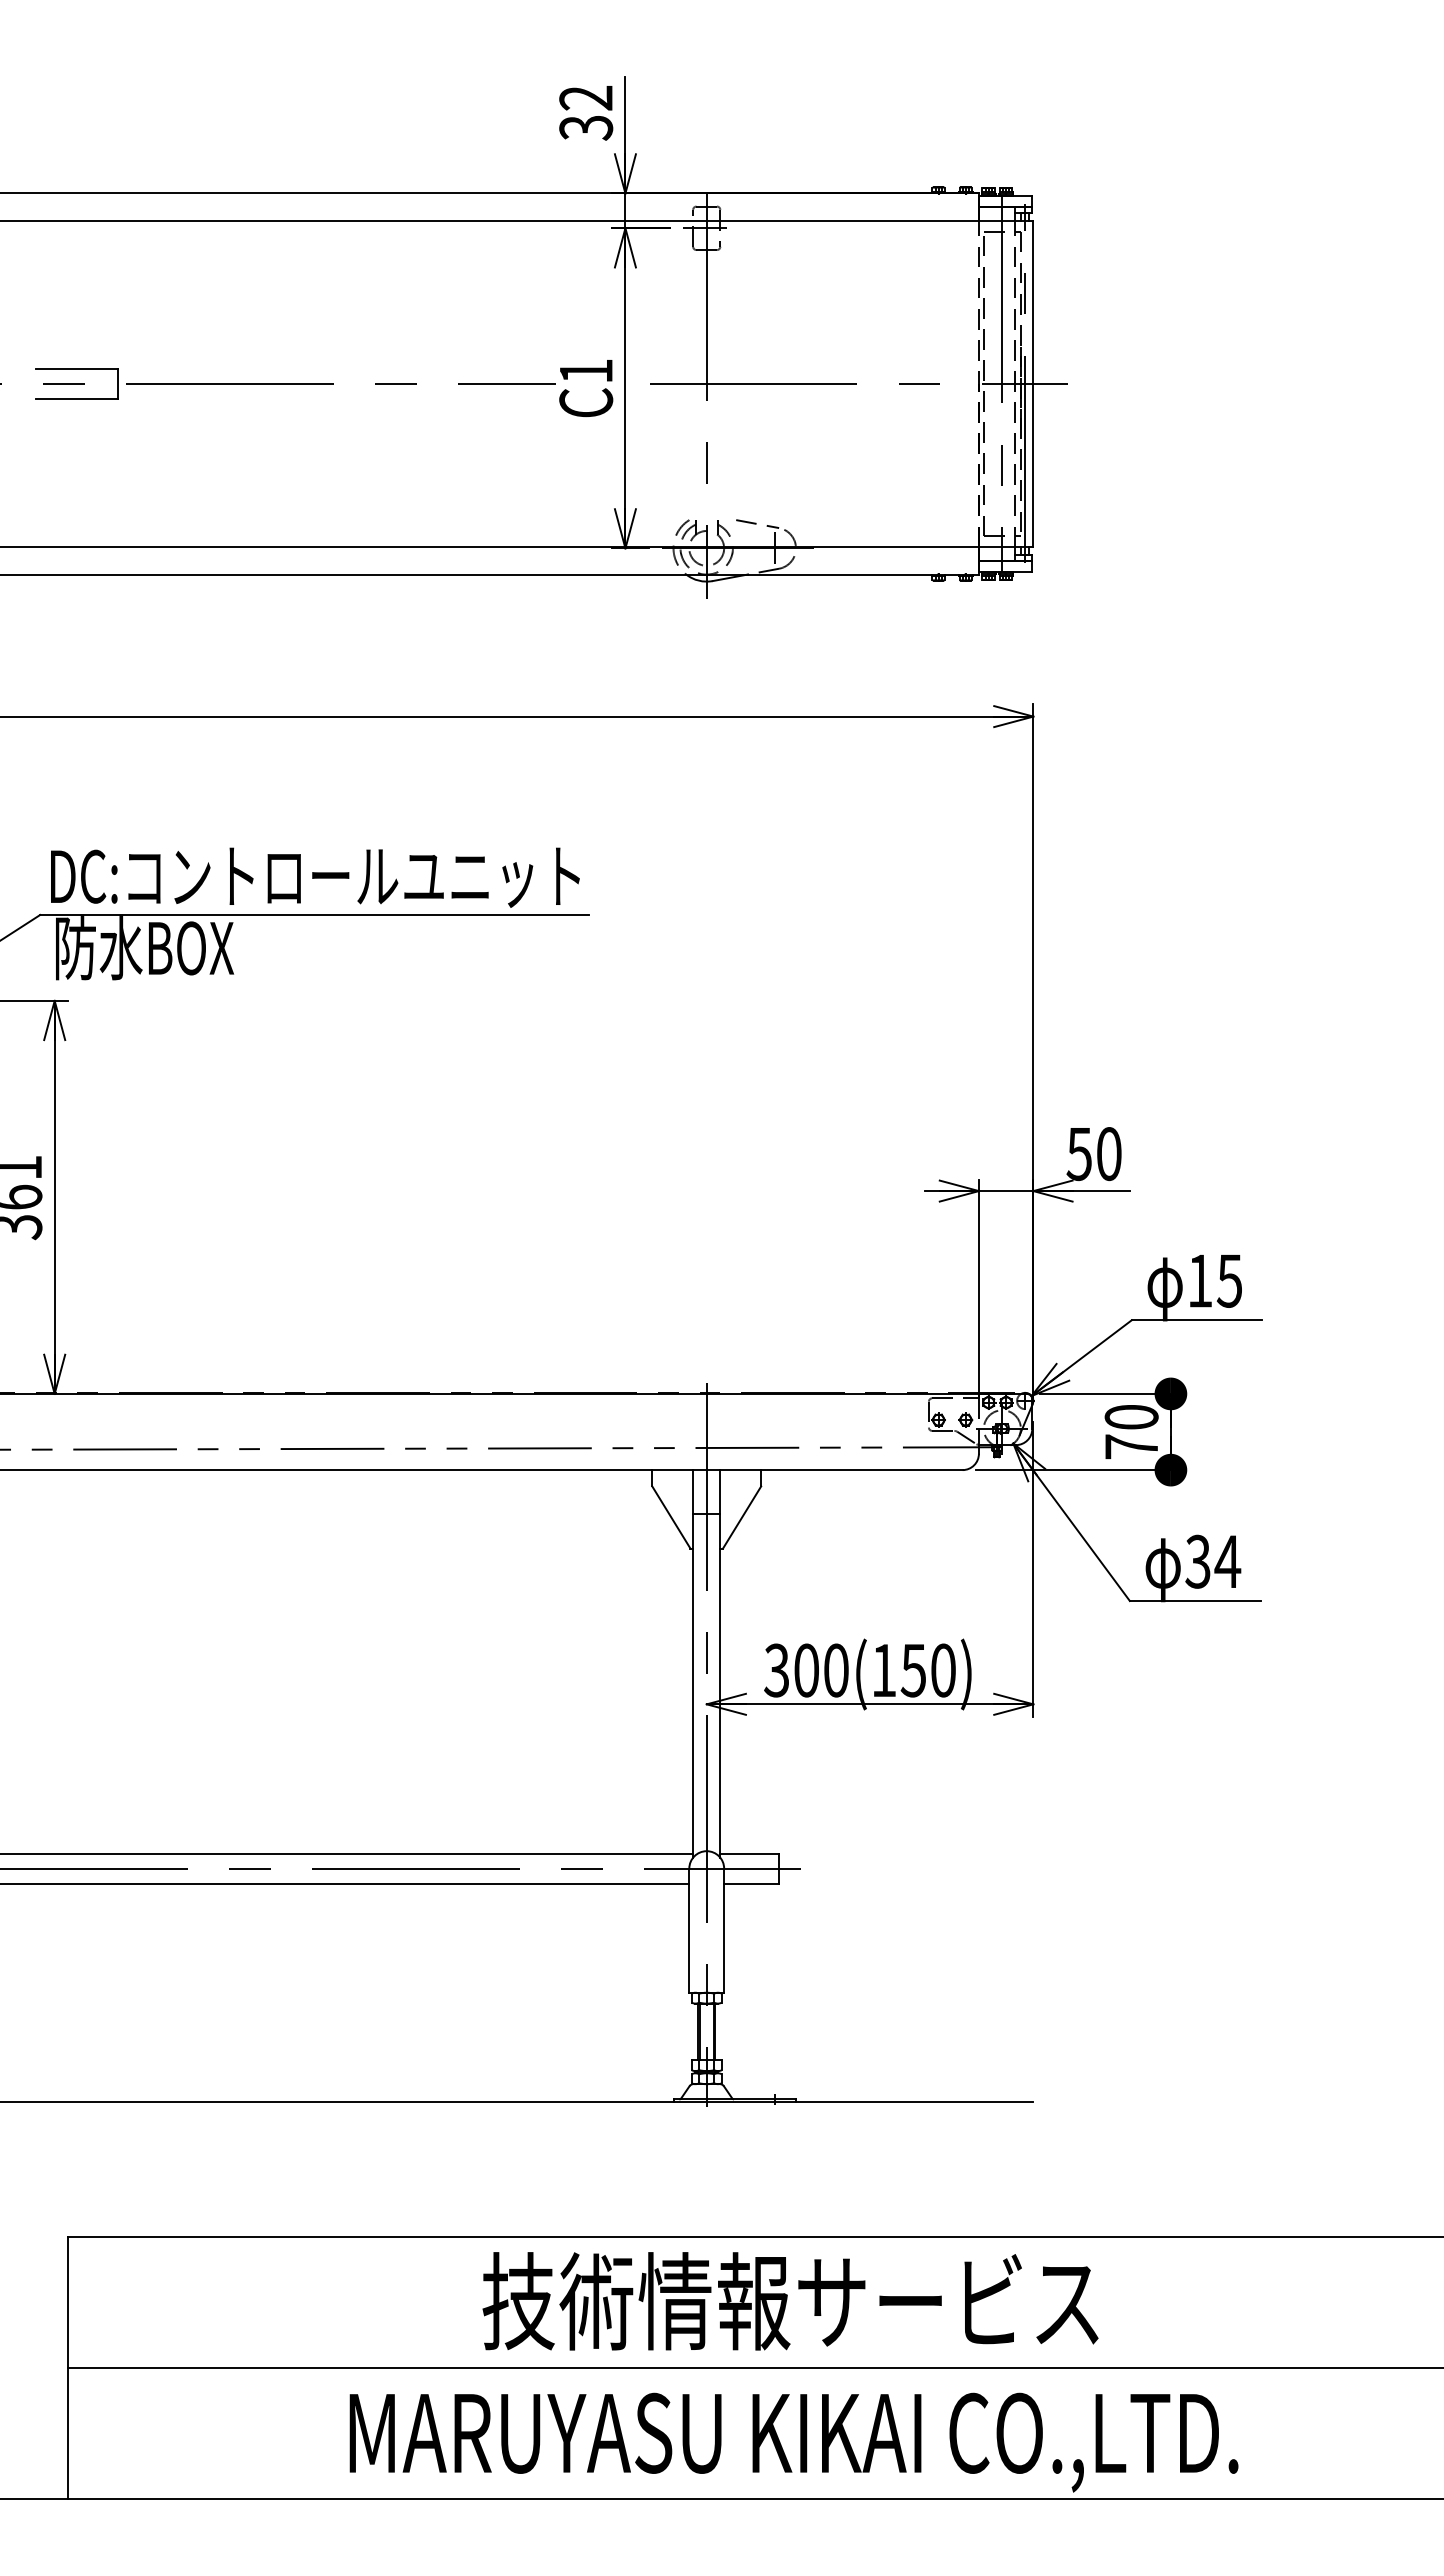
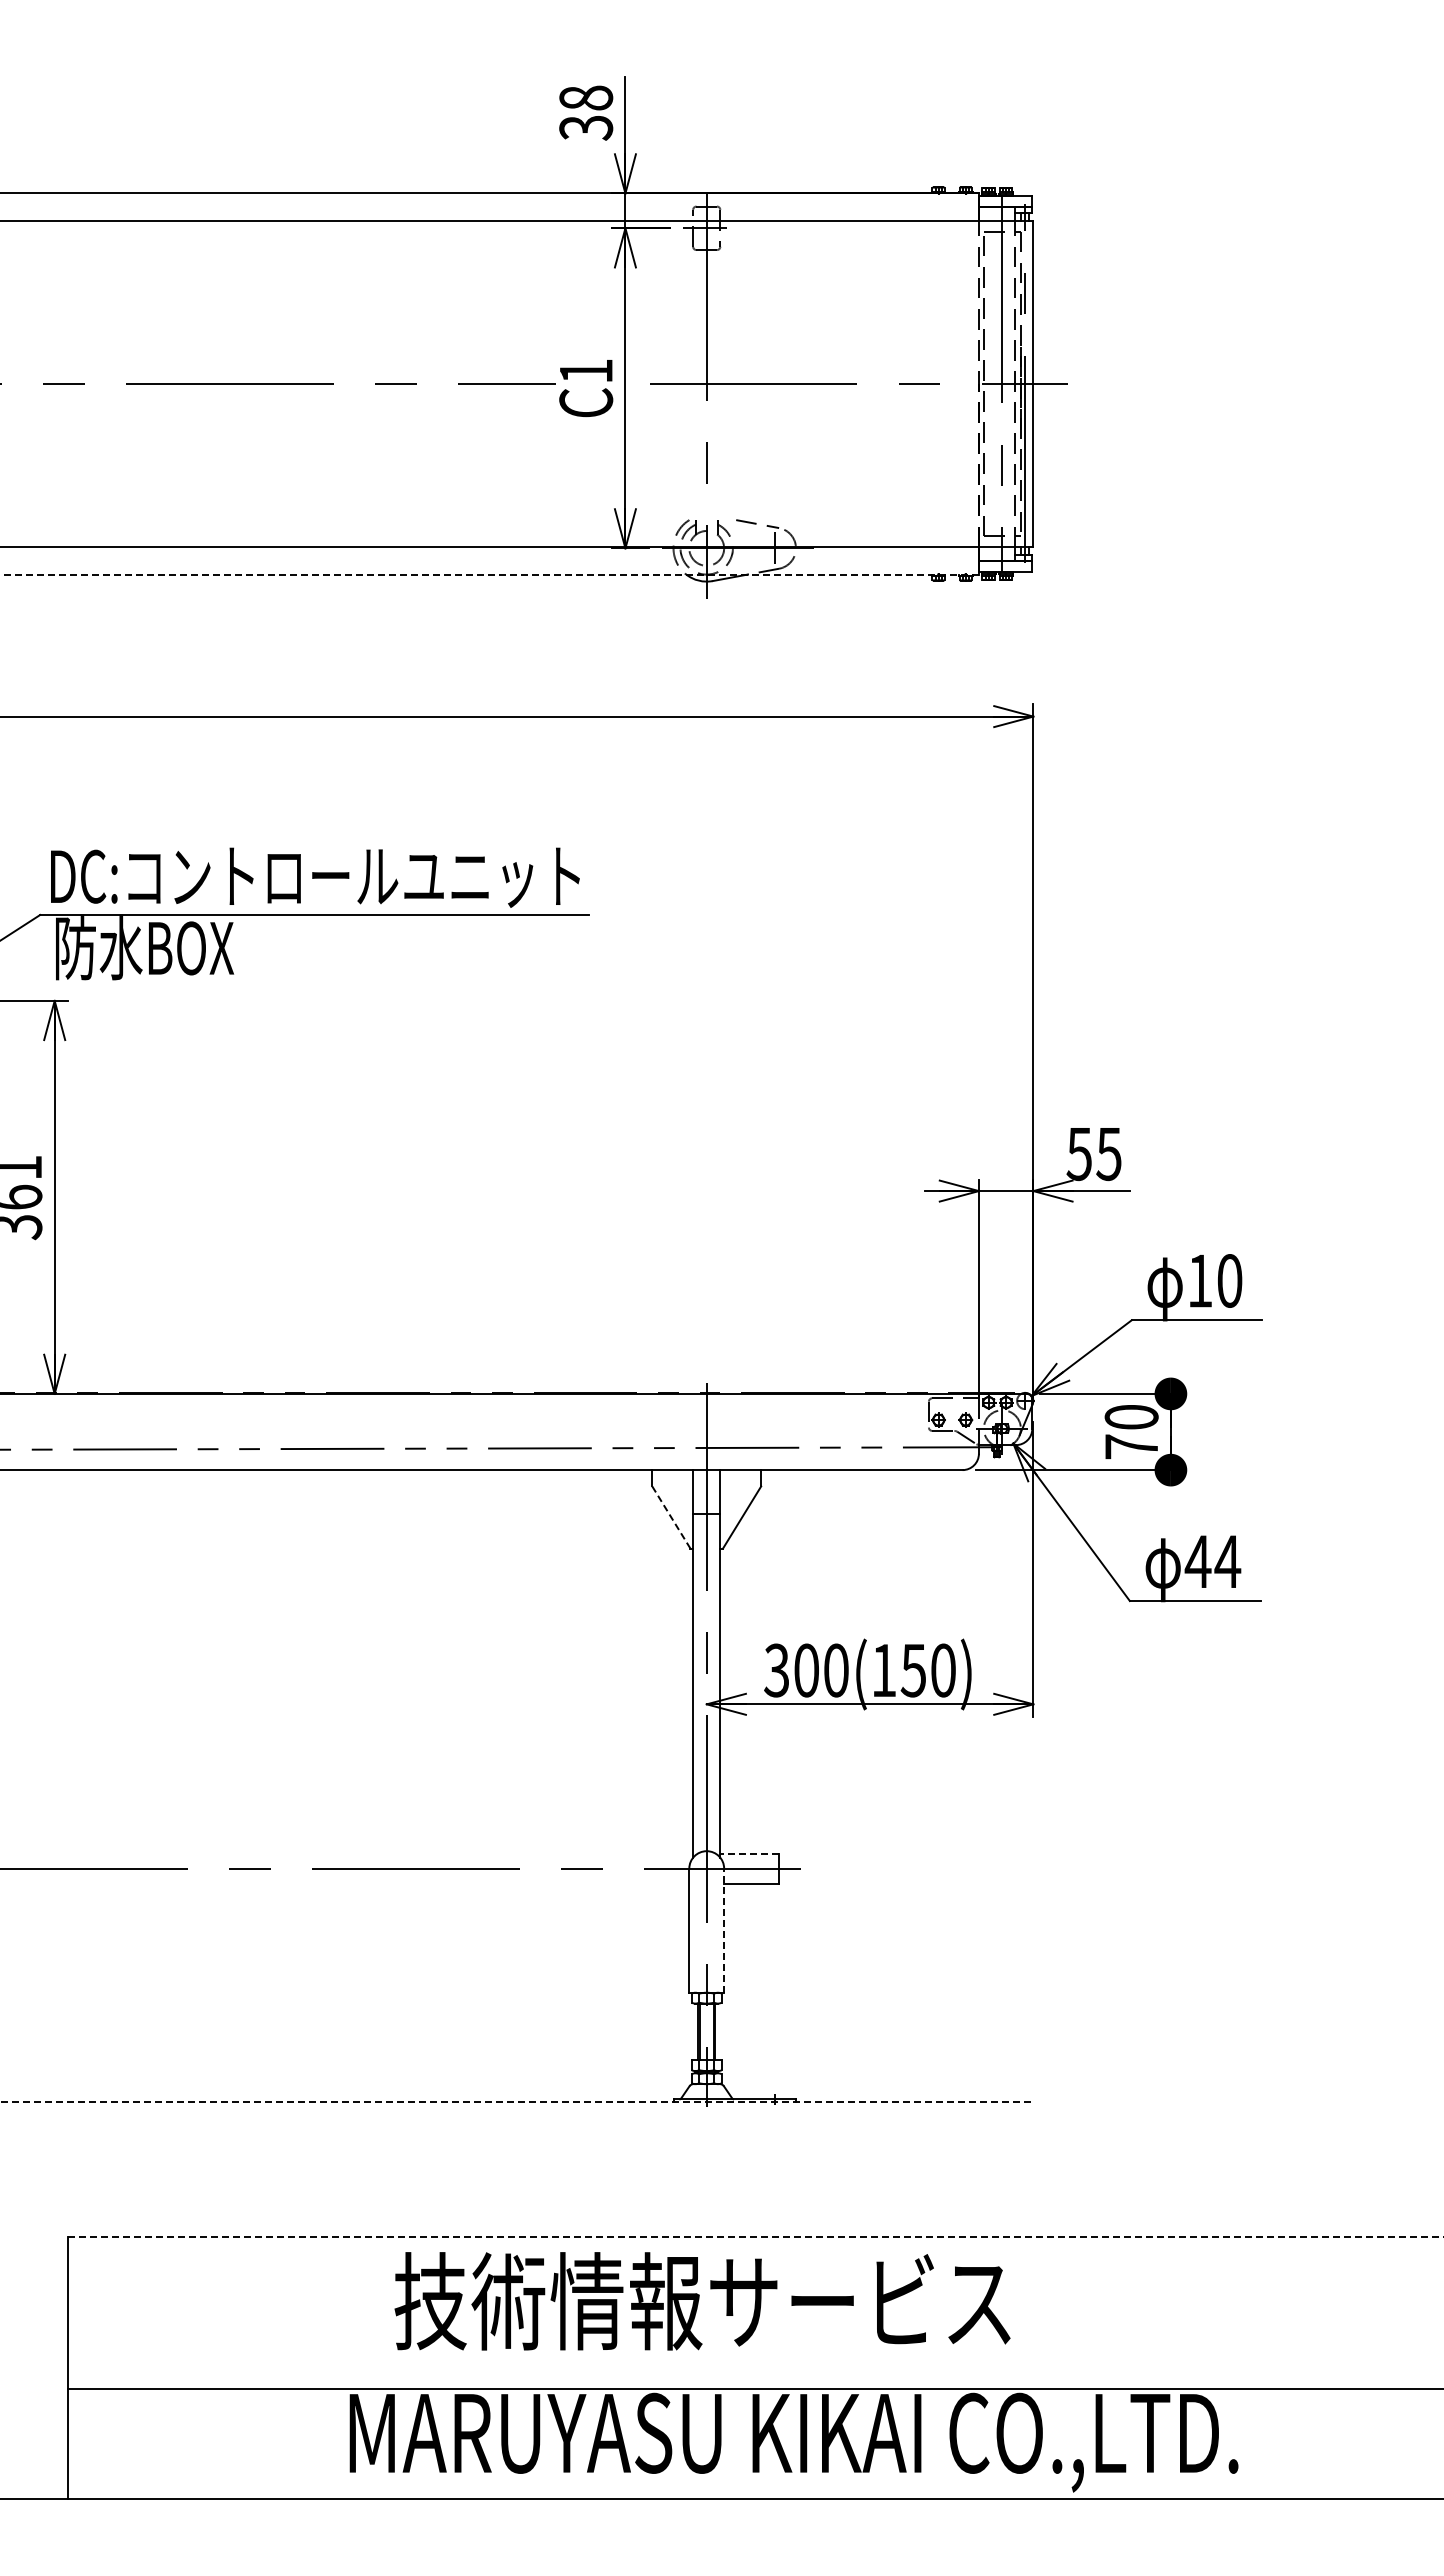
text at (586, 97): 32 -> 38
part at (76, 369): present -> none
line at (489, 574): solid -> dashed
text at (1108, 1153): 50 -> 55
text at (1229, 1280): 15 -> 10
line at (671, 1517): solid -> dashed
text at (1197, 1561): 34 -> 44
line at (347, 1854): present -> none
line at (748, 1854): solid -> dashed
line at (345, 1883): present -> none
line at (724, 1930): solid -> dashed
line at (517, 2101): solid -> dashed
line at (755, 2237): solid -> dashed
text at (790, 2301) position: (790, 2301) -> (702, 2301)
line at (753, 2368) position: (753, 2368) -> (753, 2389)
